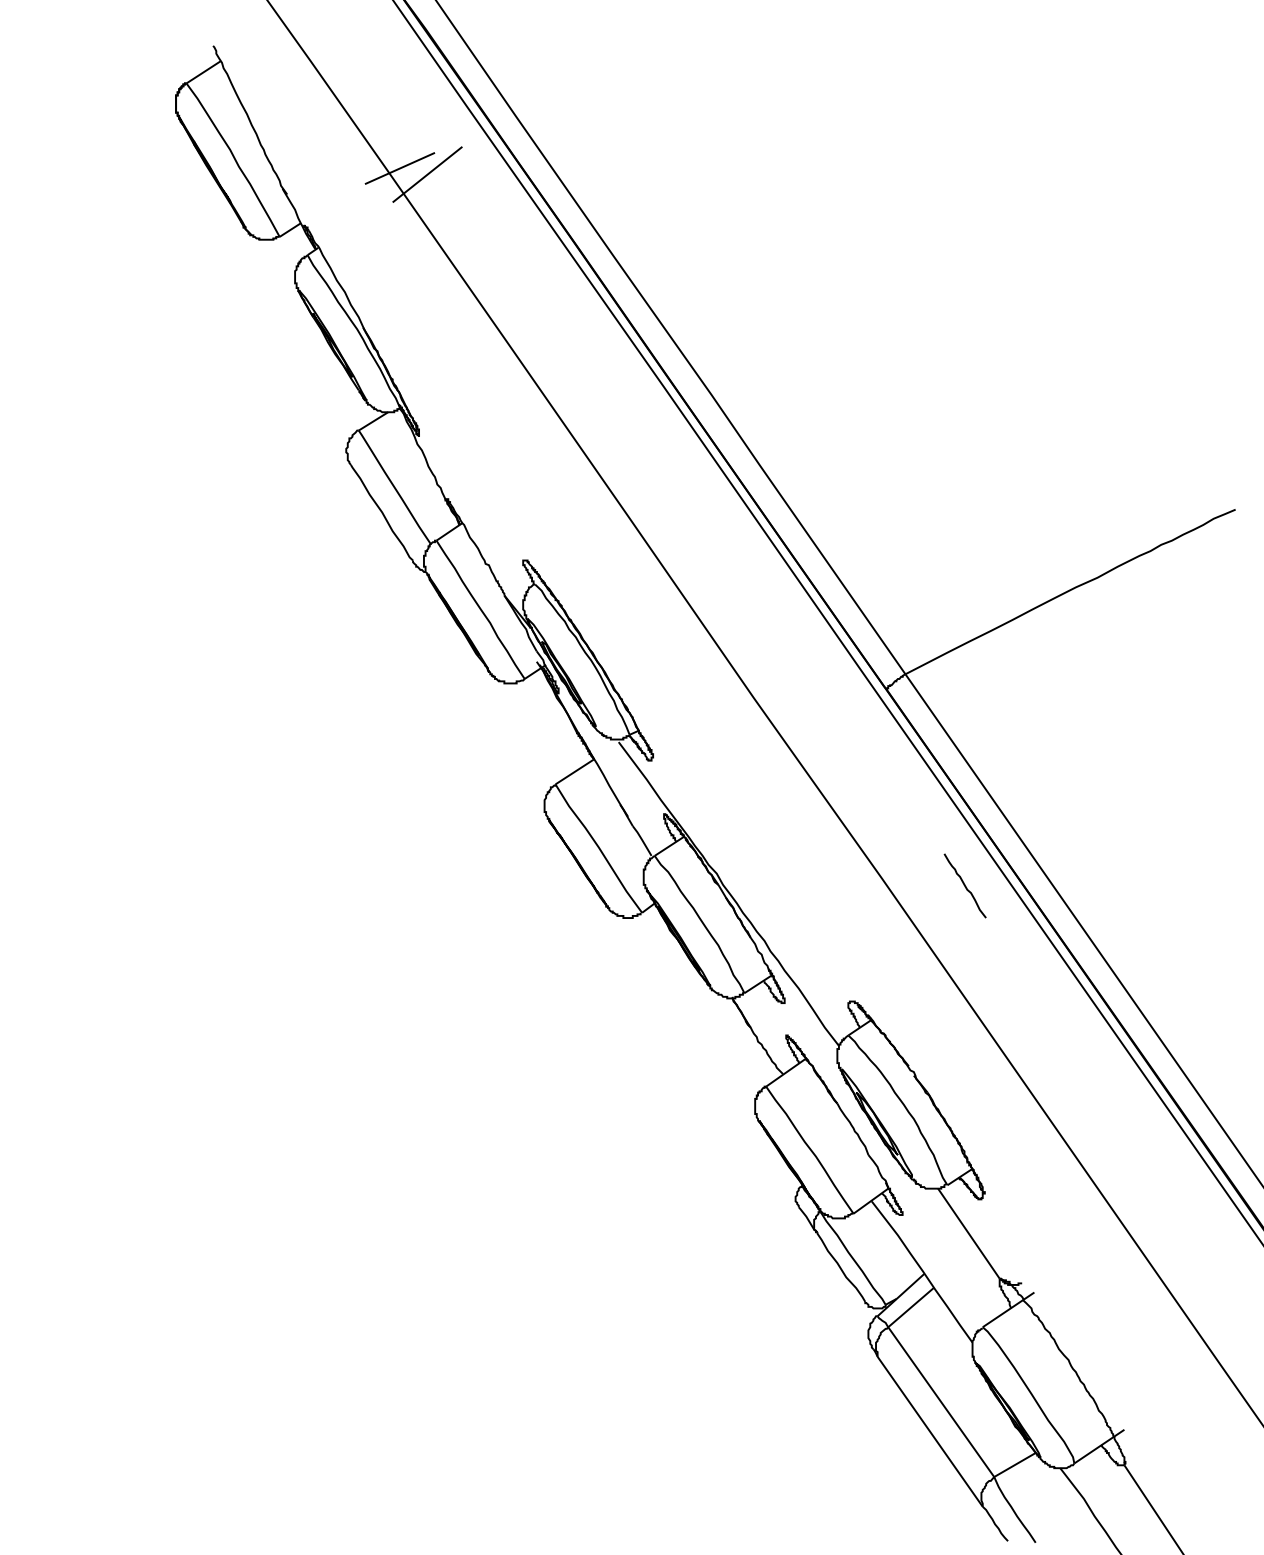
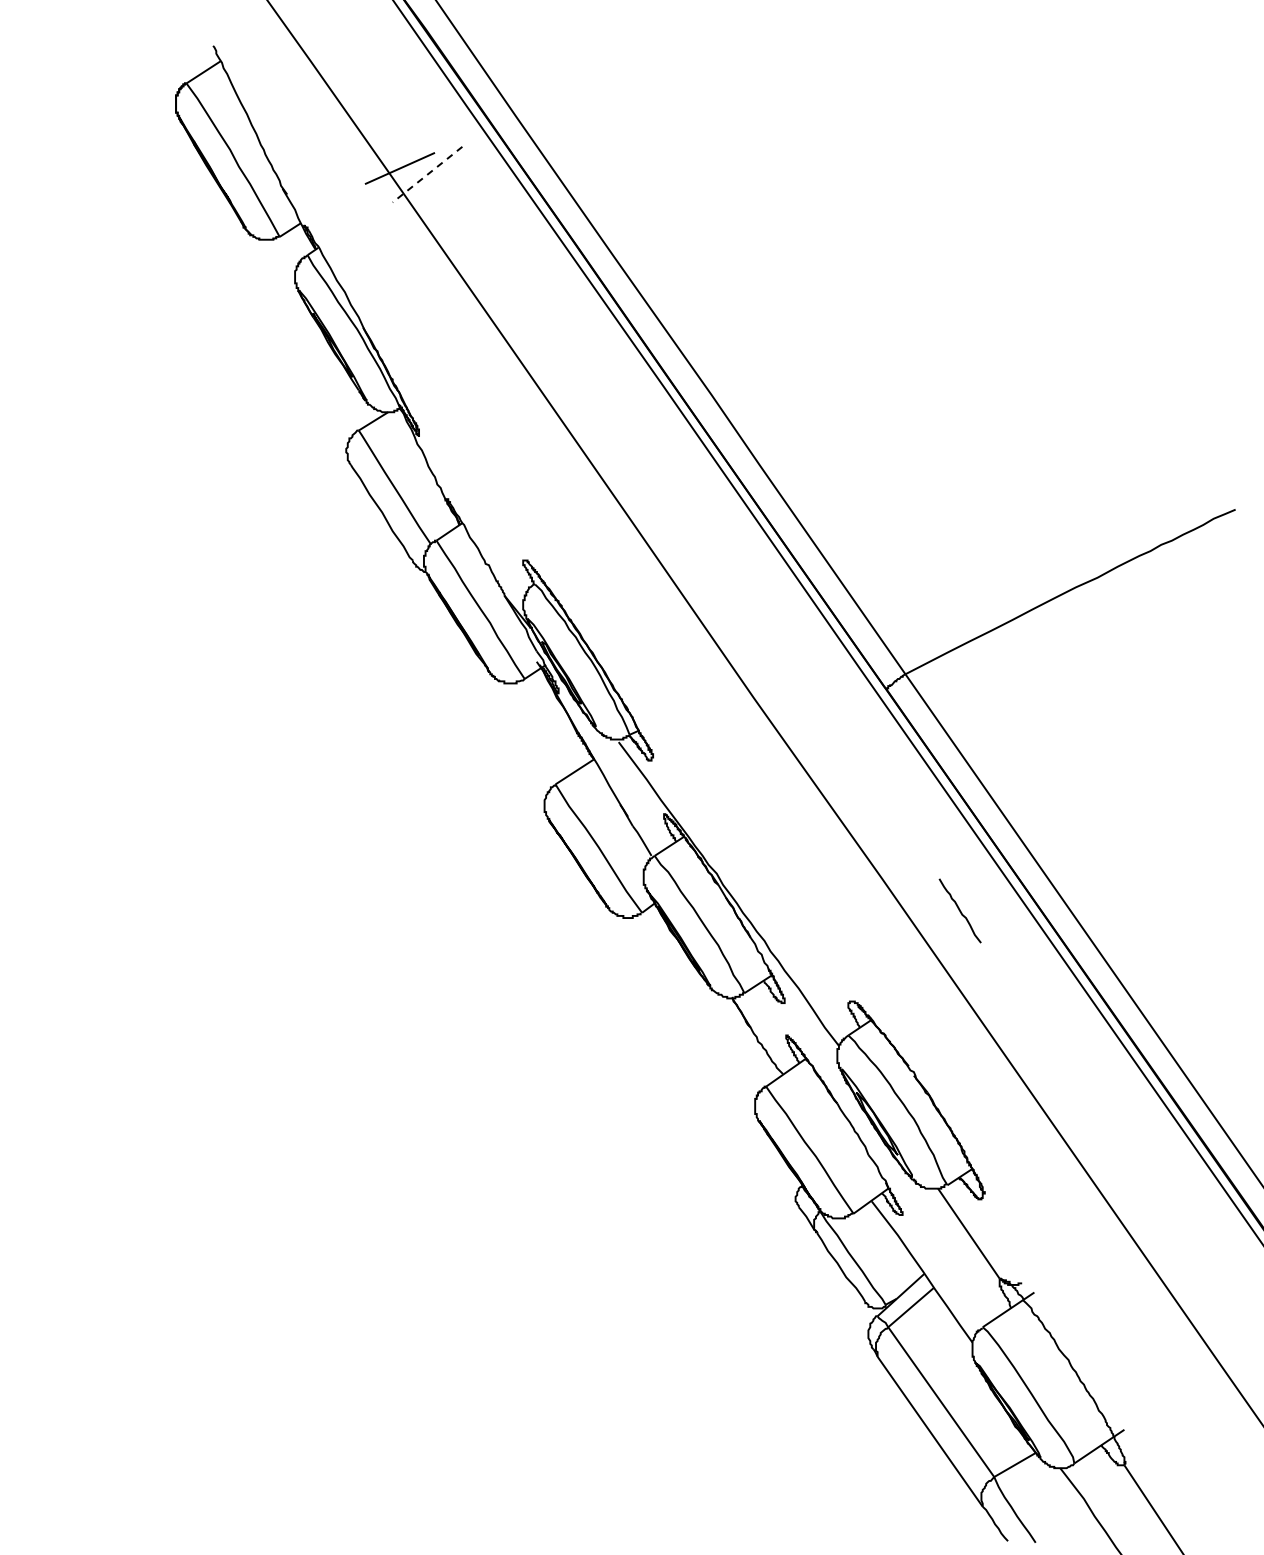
line at (427, 174): solid -> dashed
curve at (964, 885) position: (964, 885) -> (959, 910)
